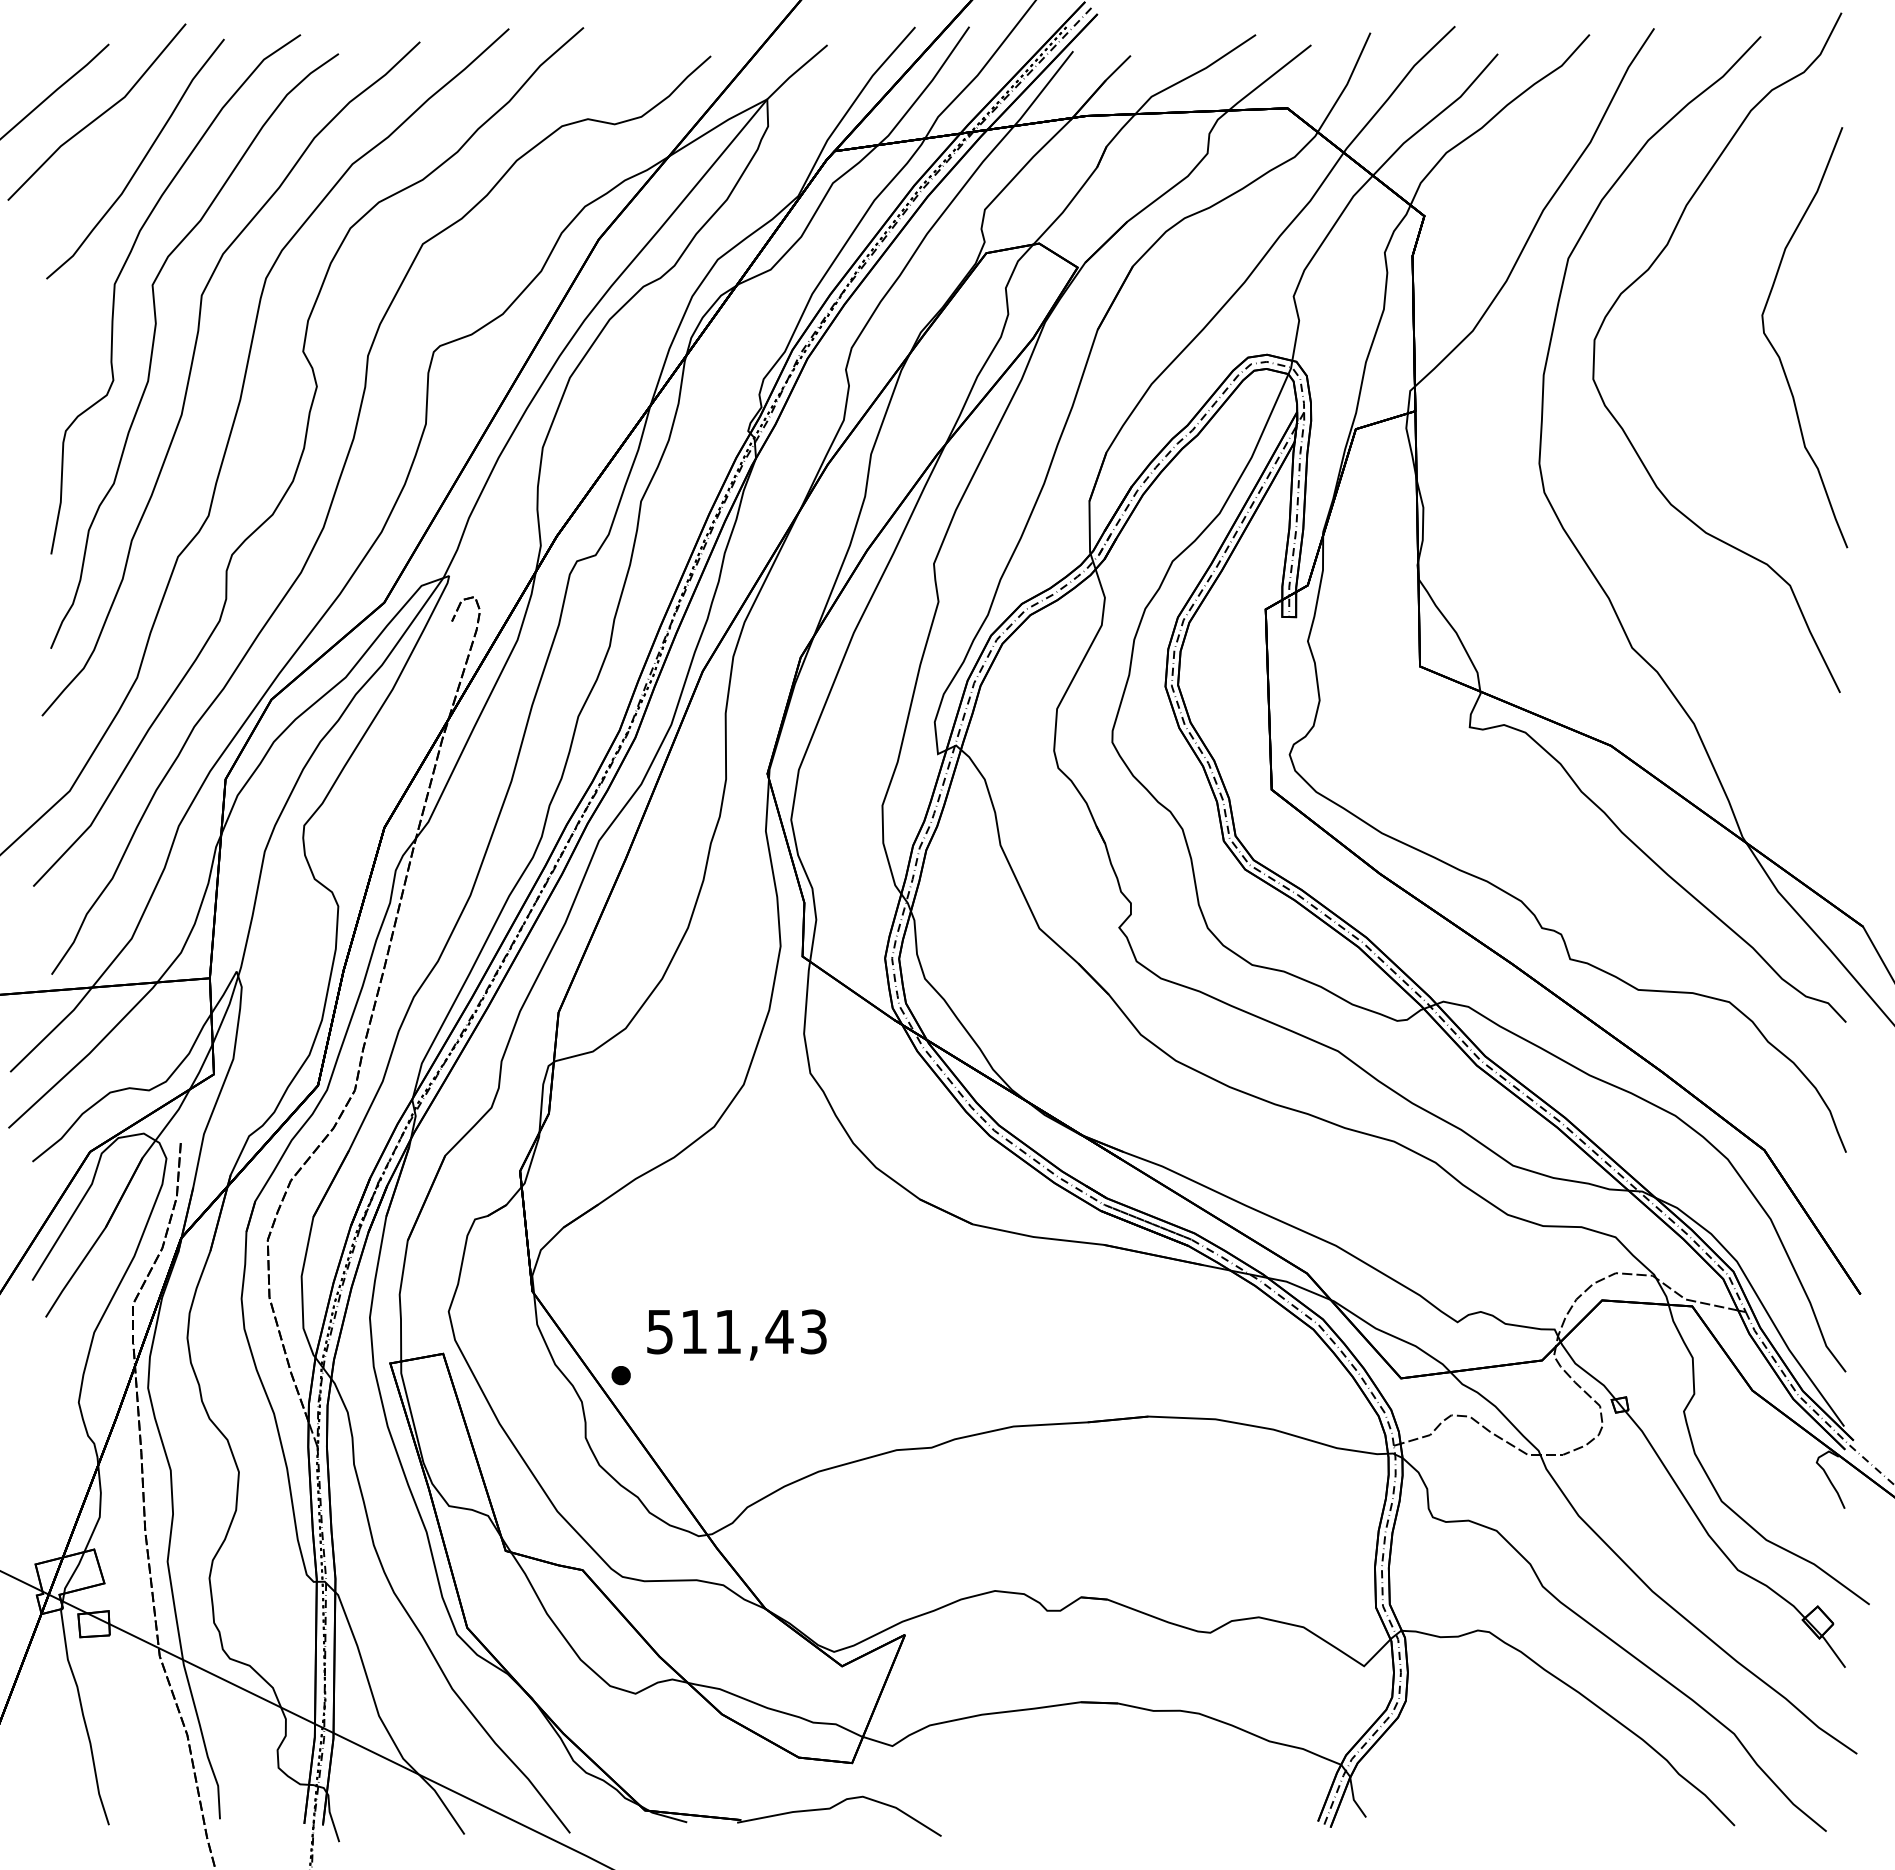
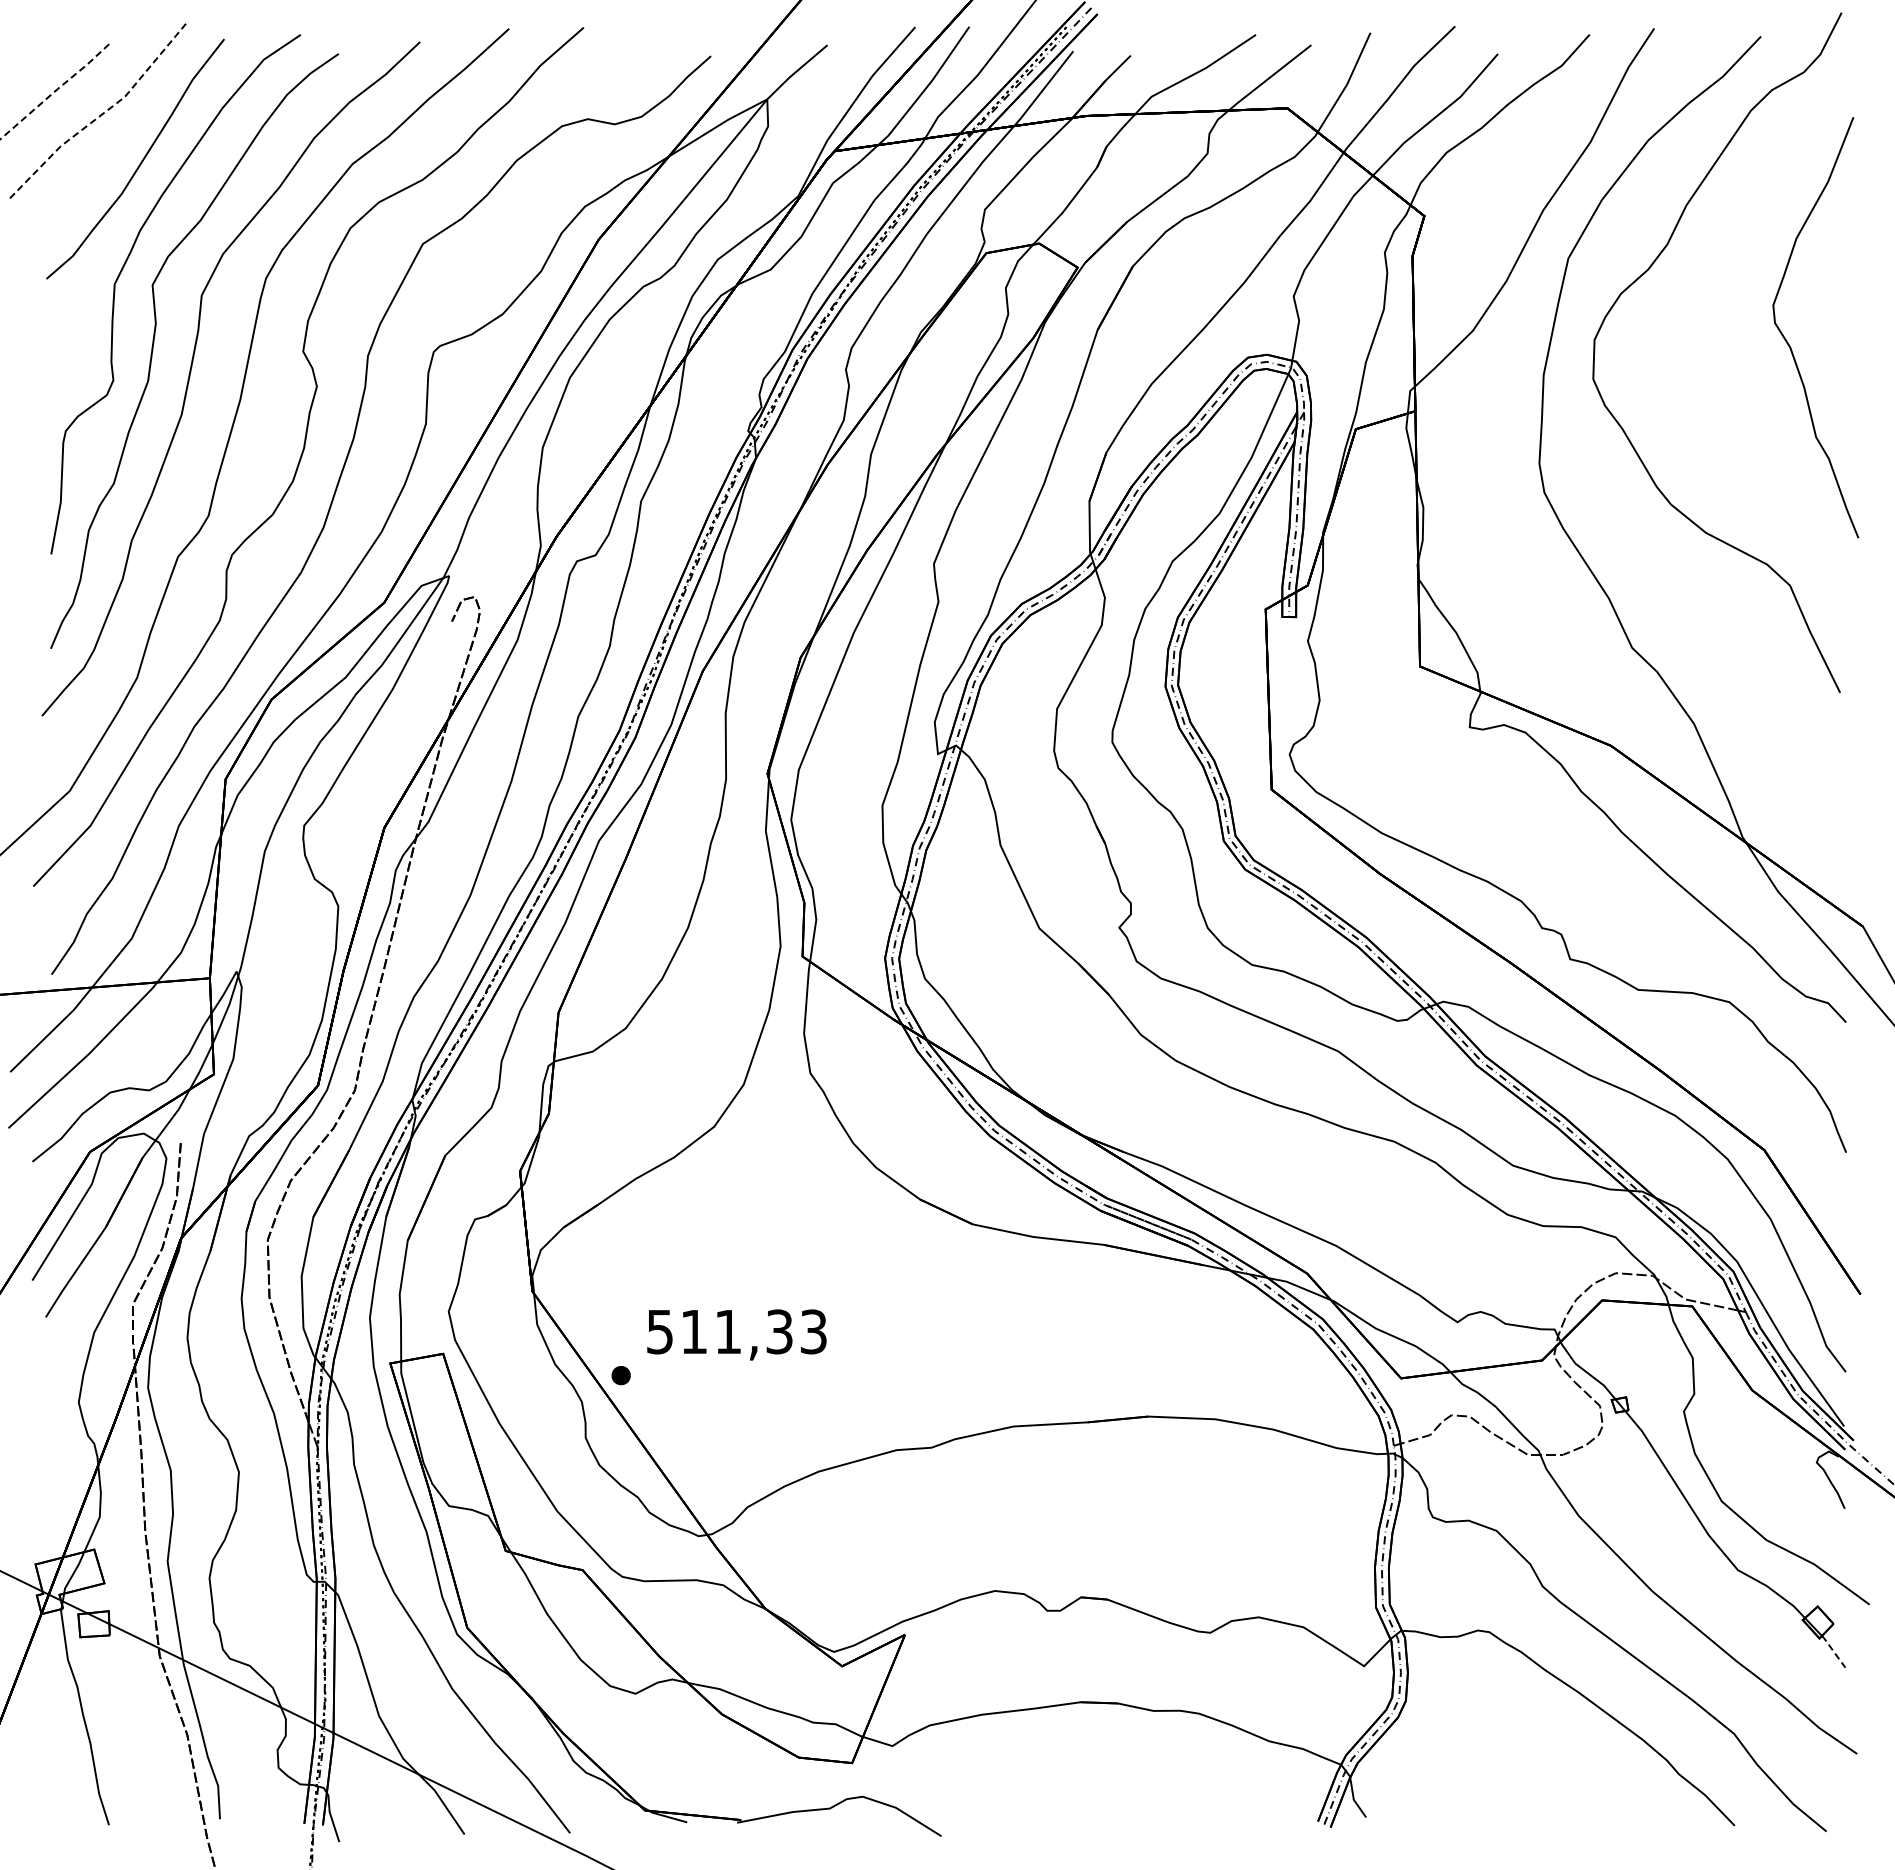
line at (55, 91): solid -> dashed
line at (100, 115): solid -> dashed
curve at (1779, 355) position: (1779, 355) -> (1790, 345)
text at (779, 1331): 511,43 -> 511,33
line at (1833, 1651): solid -> dashed
